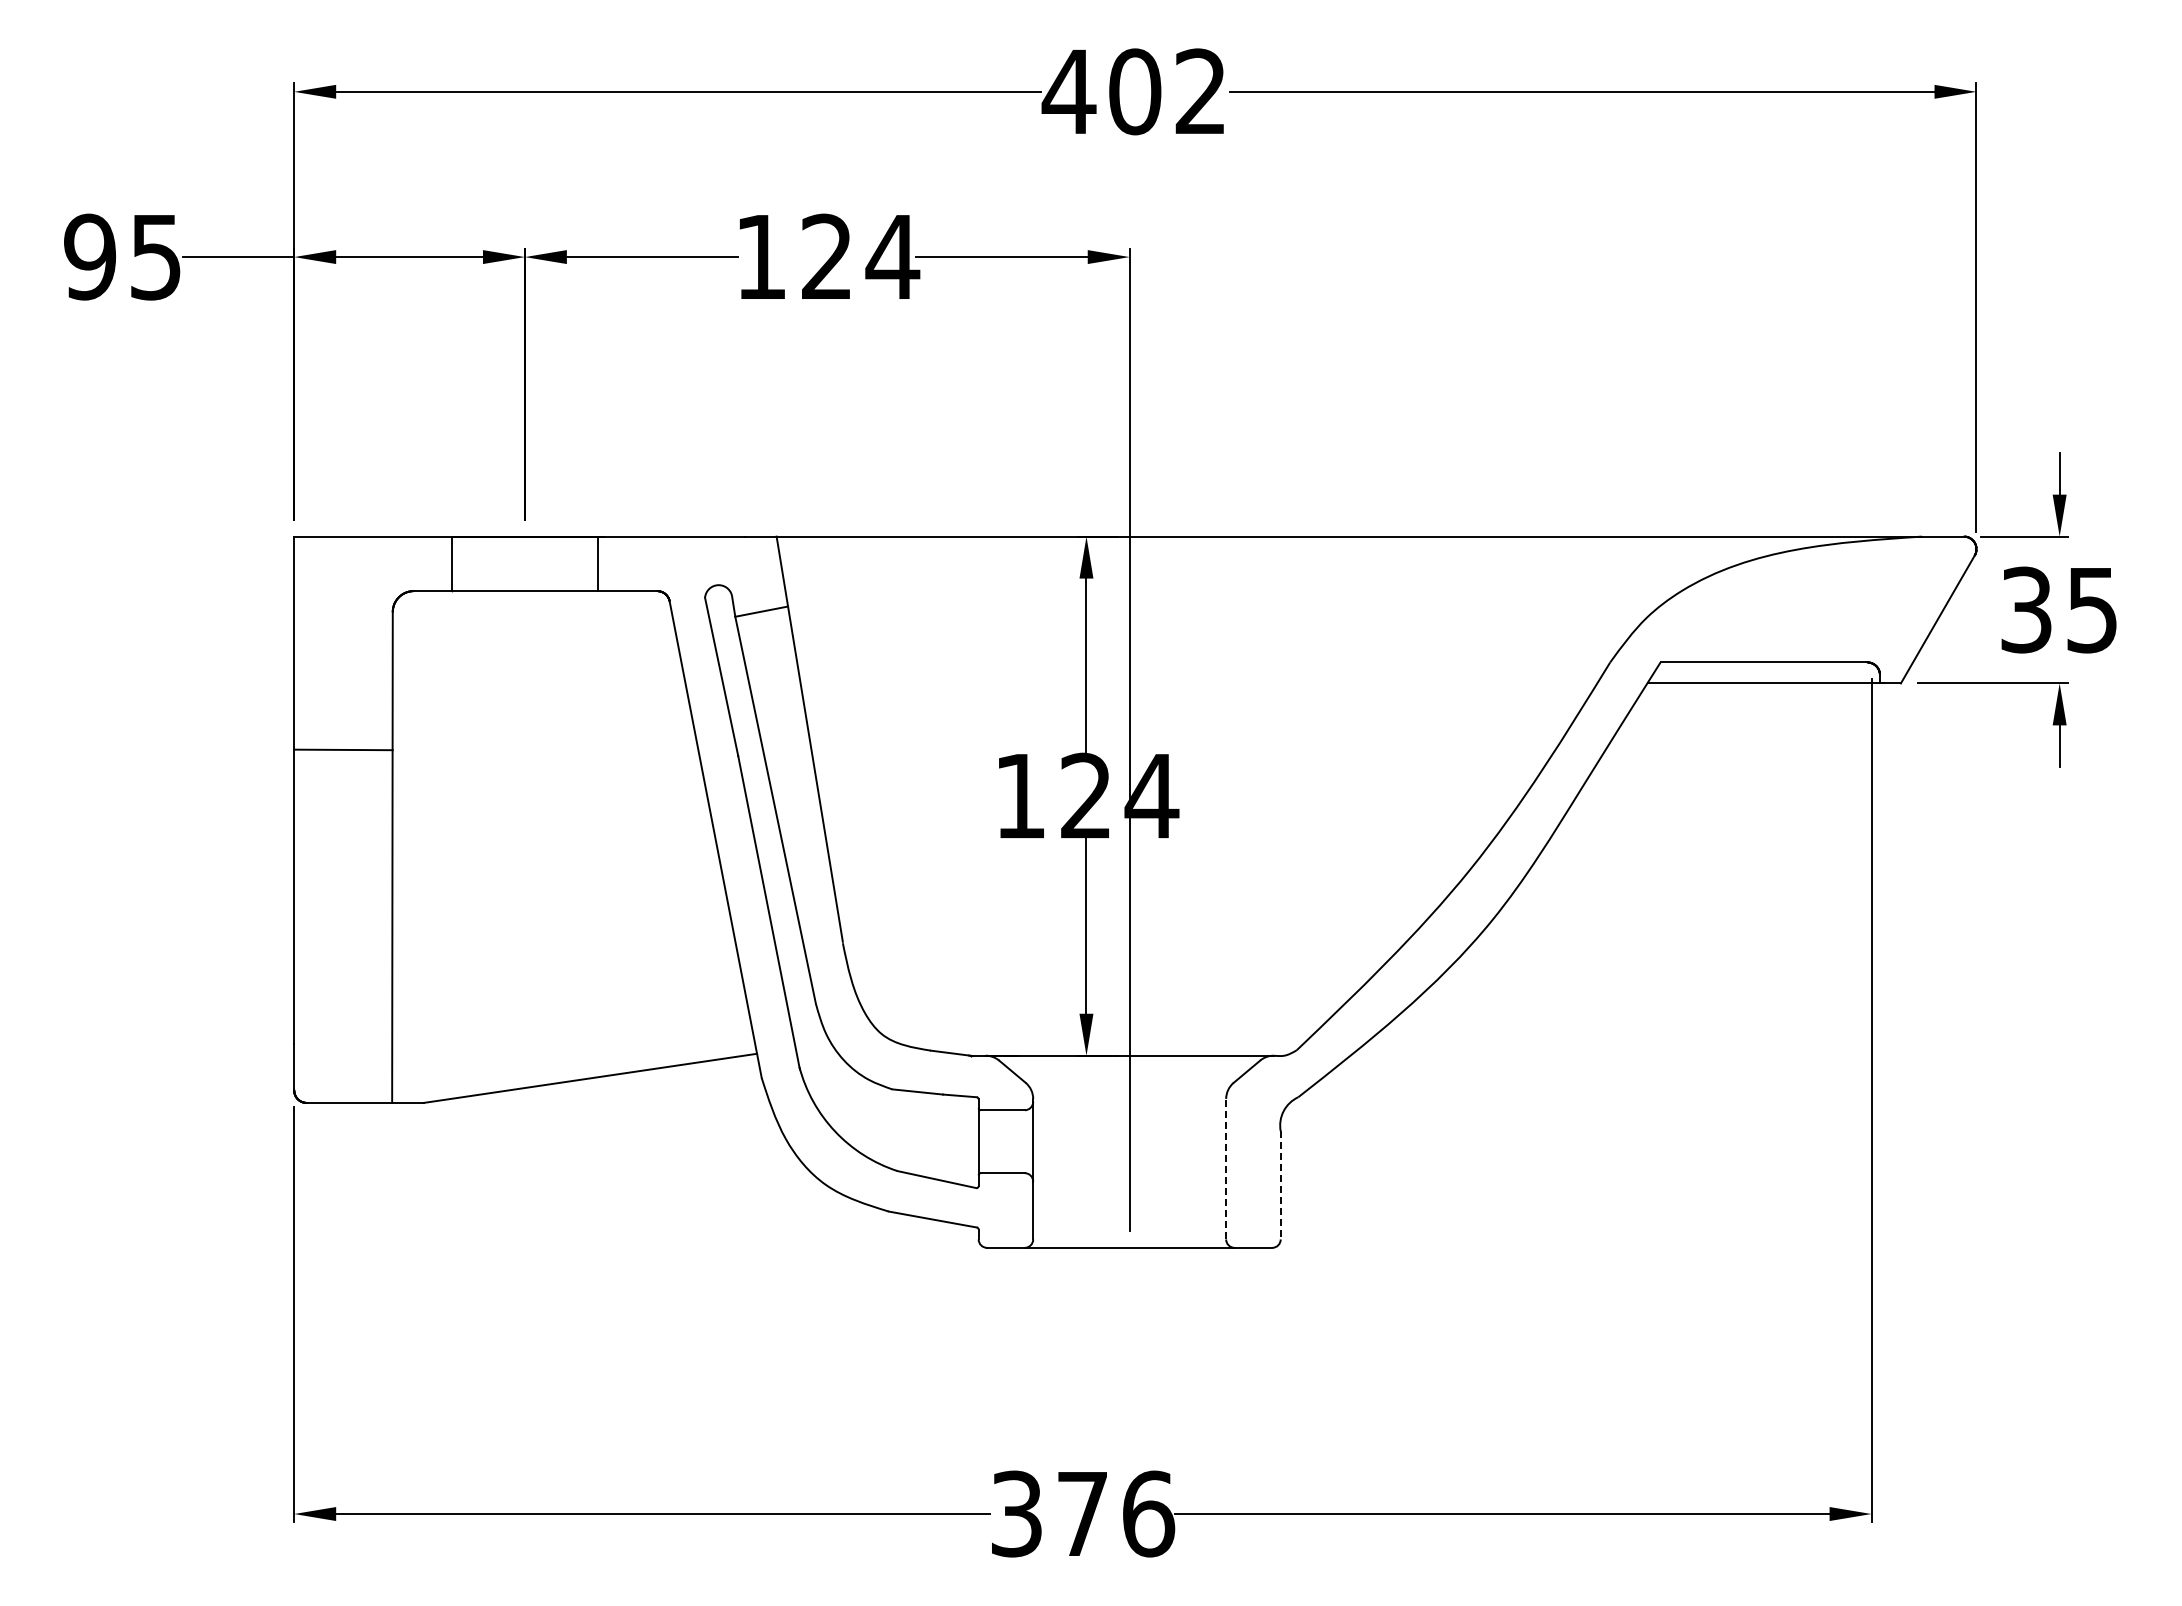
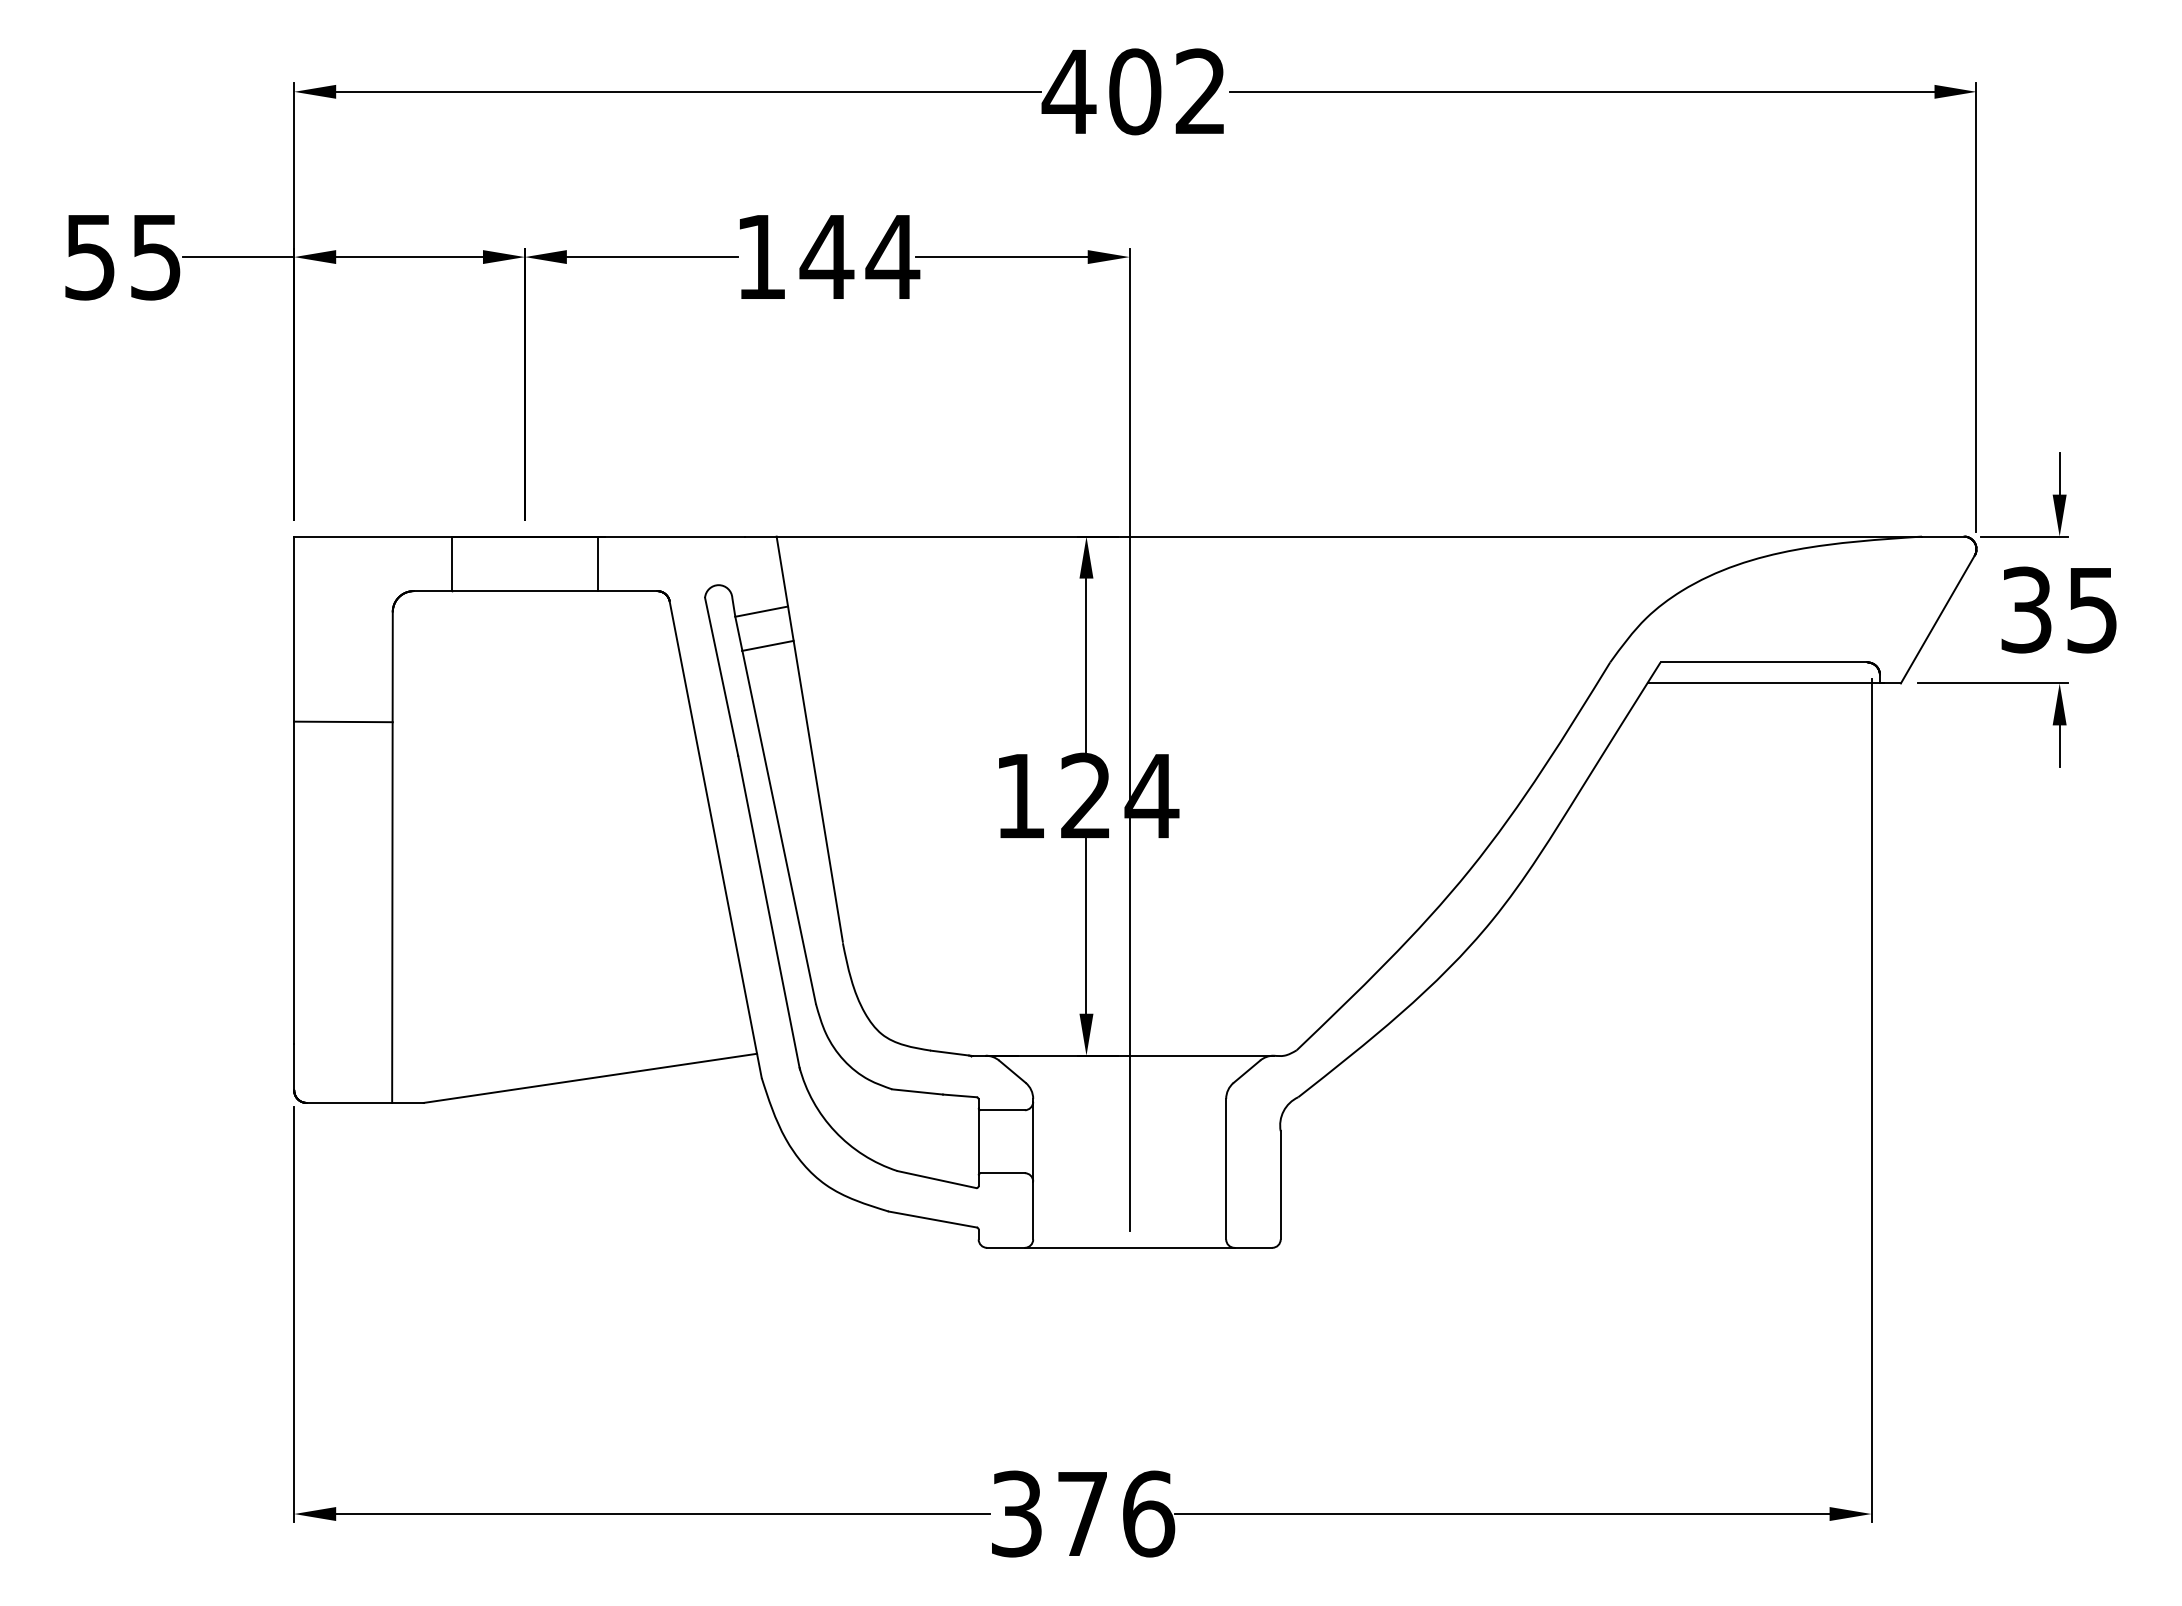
text at (826, 255): 124 -> 144
text at (89, 256): 95 -> 55
line at (767, 645): none -> present
line at (343, 749) position: (343, 749) -> (343, 721)
line at (1226, 1168): dashed -> solid
line at (1280, 1185): dashed -> solid
